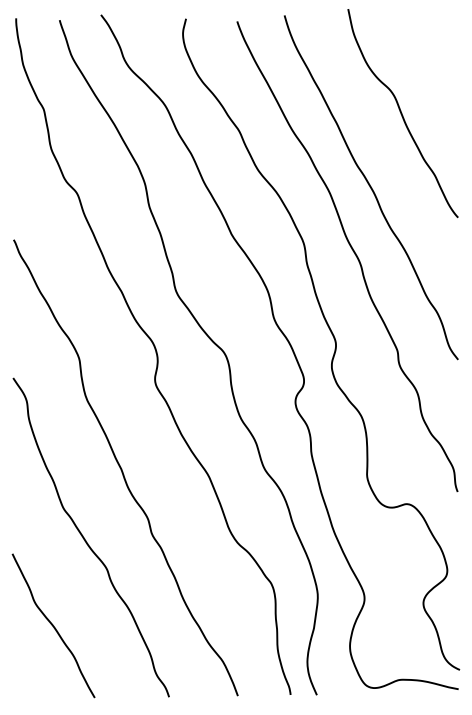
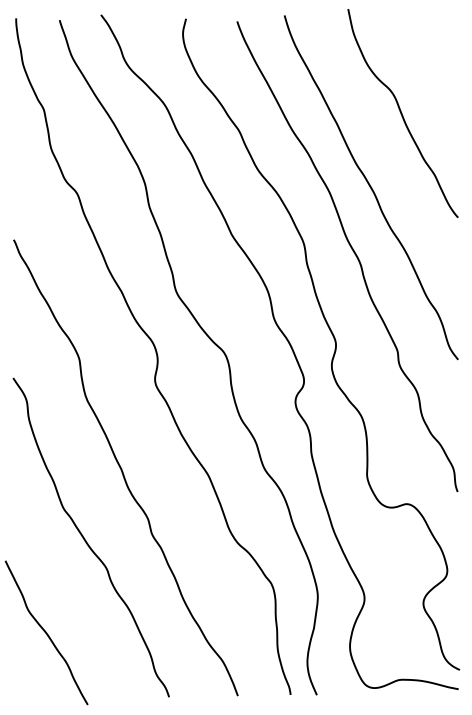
curve at (53, 625) position: (53, 625) -> (46, 632)
